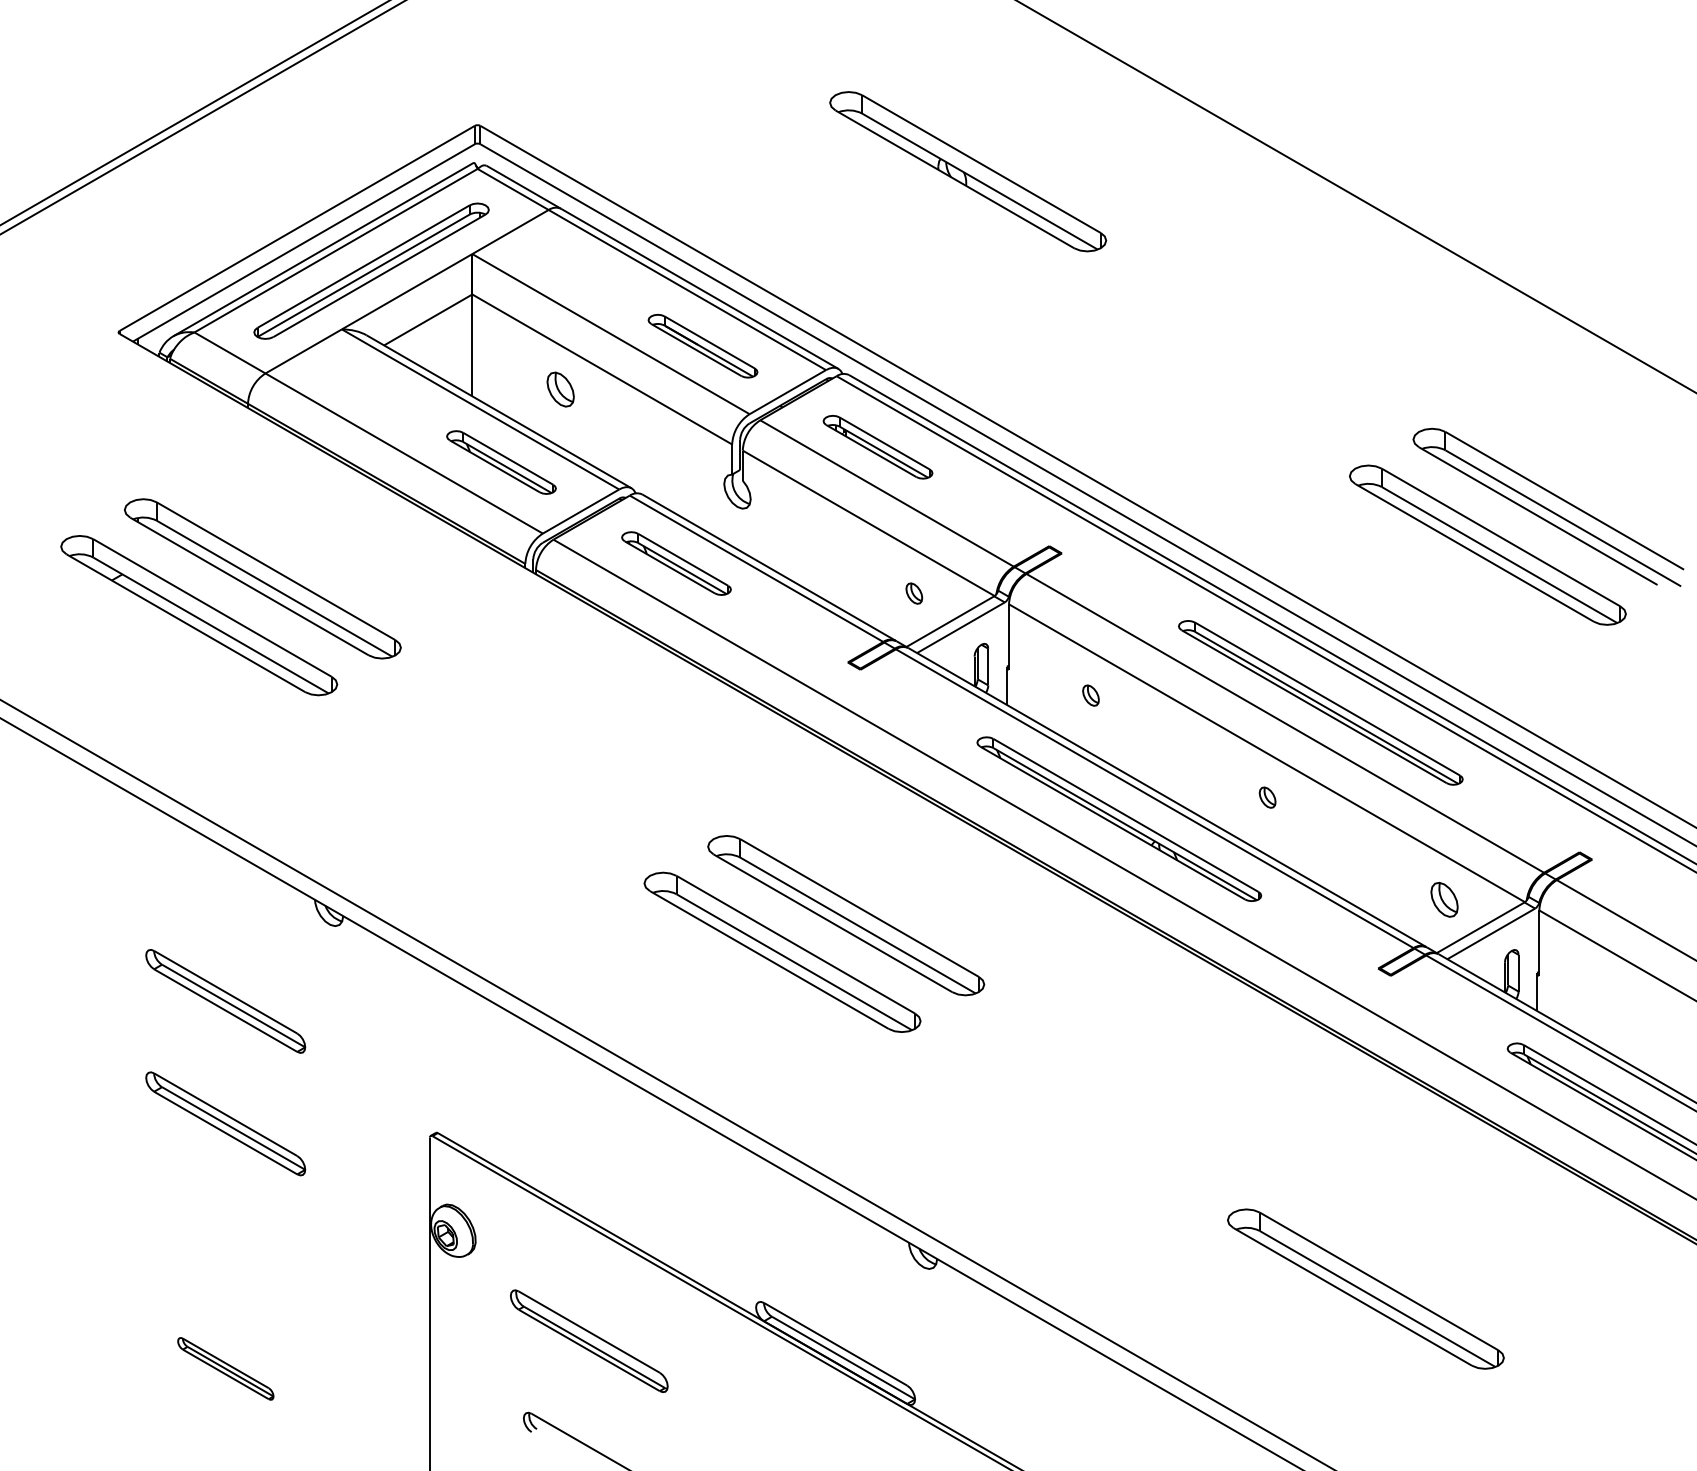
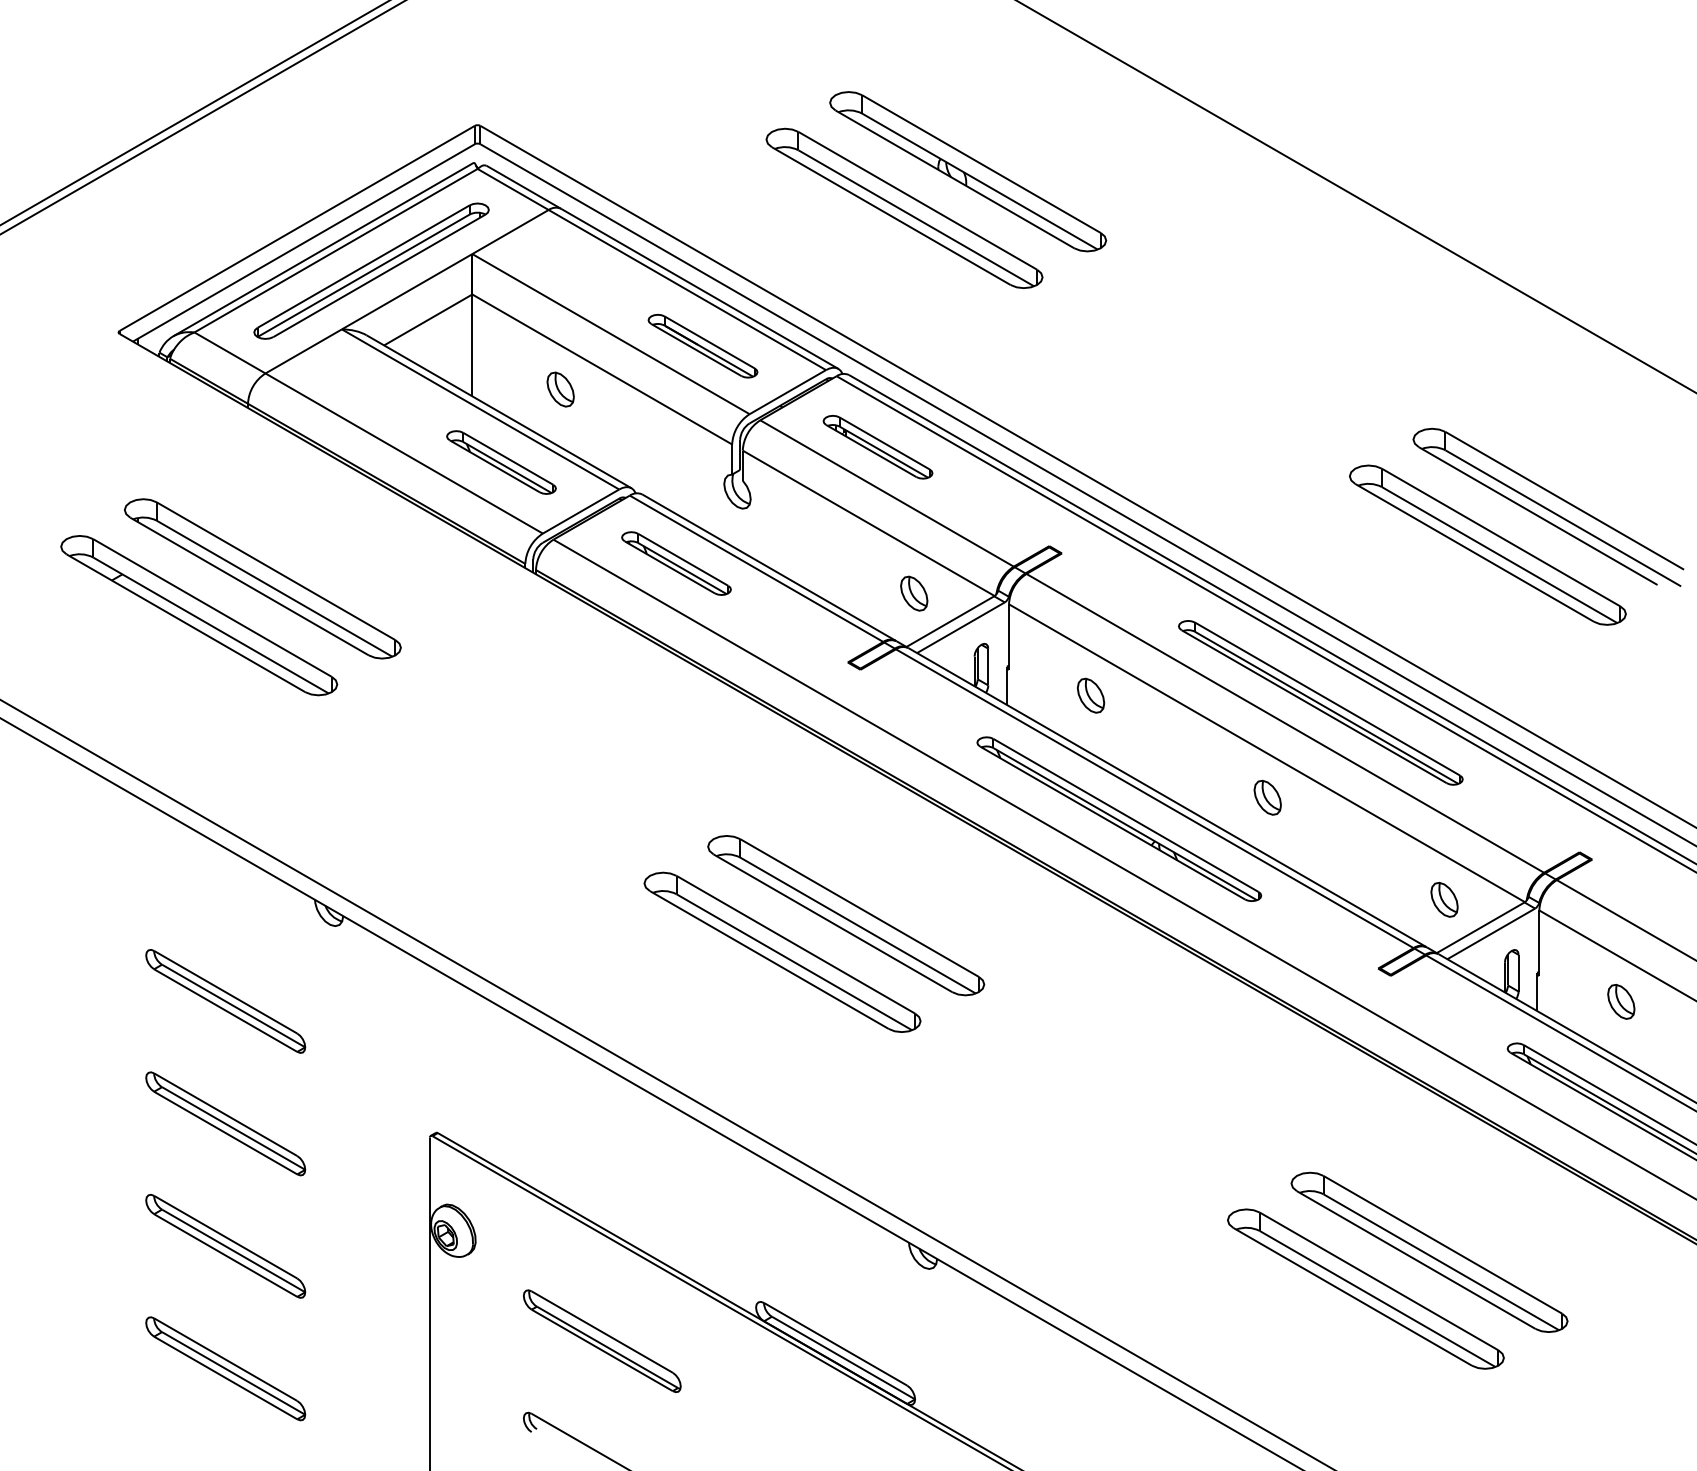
part at (904, 207): none -> present
part at (914, 593) size: 19x23 px -> 29x37 px
part at (1090, 695) size: 18x23 px -> 30x37 px
part at (1267, 797) size: 19x23 px -> 29x37 px
part at (1621, 1001): none -> present
part at (225, 1246): none -> present
part at (1429, 1251): none -> present
part at (589, 1340) position: (589, 1340) -> (602, 1340)
part at (225, 1368) size: 98x64 px -> 162x106 px
